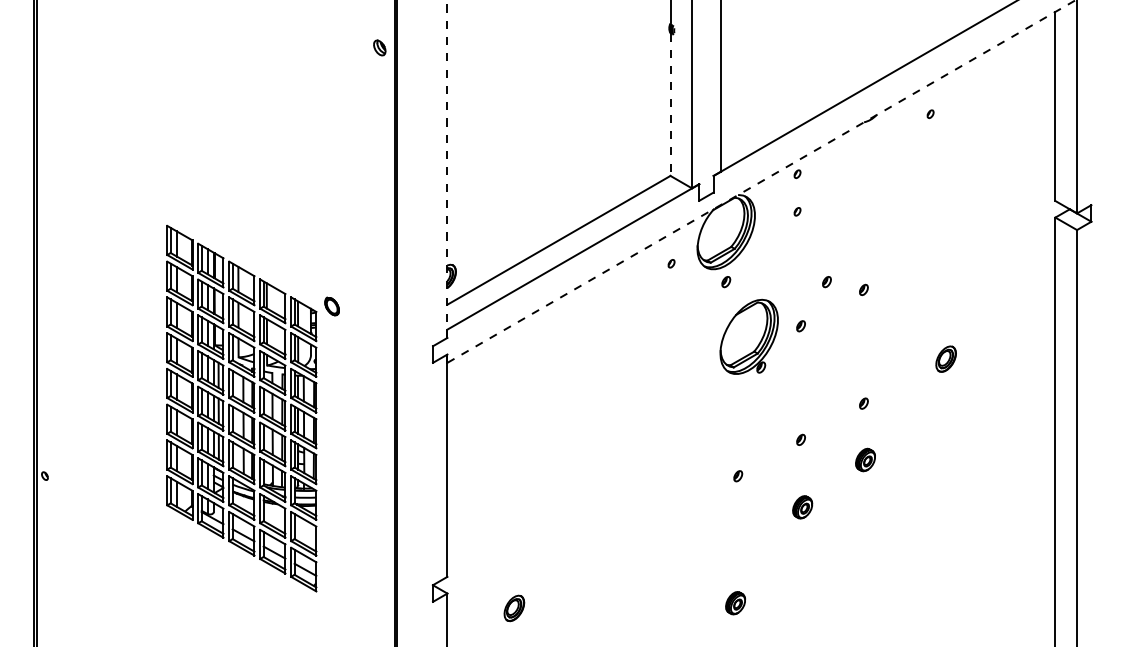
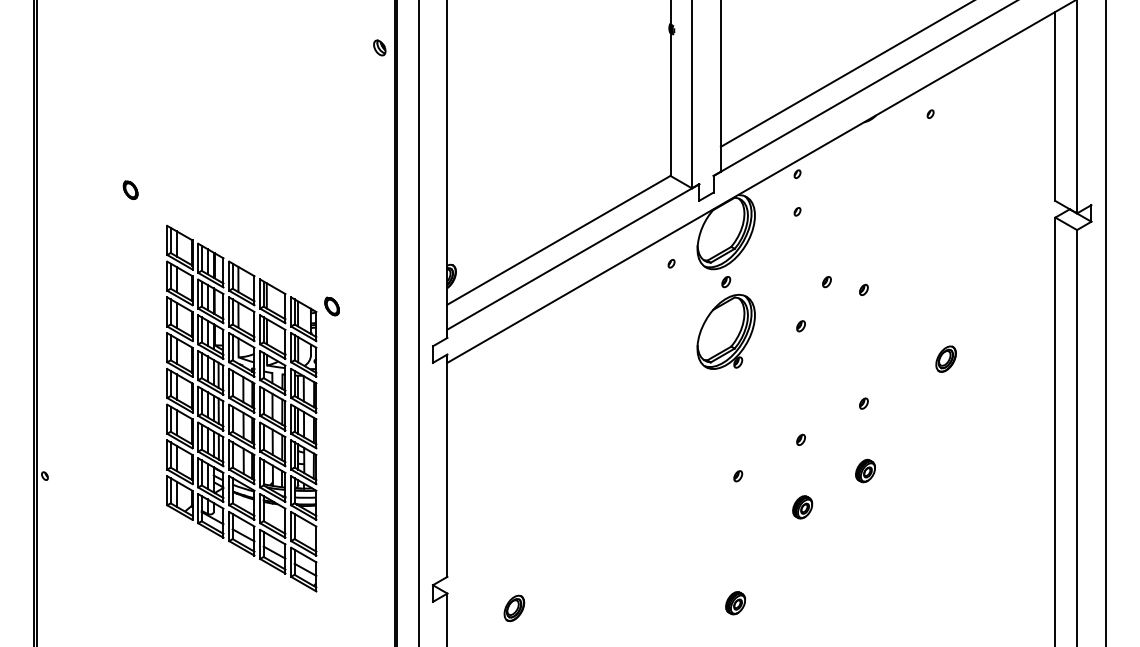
line at (845, 74): none -> present
line at (670, 105): dashed -> solid
line at (447, 169): dashed -> solid
line at (761, 181): dashed -> solid
part at (130, 190): none -> present
line at (418, 322): none -> present
line at (1105, 322): none -> present
part at (748, 336) position: (748, 336) -> (725, 331)
part at (865, 459) position: (865, 459) -> (865, 470)
